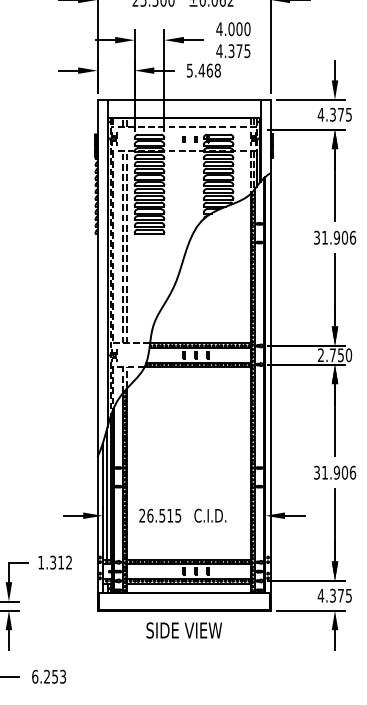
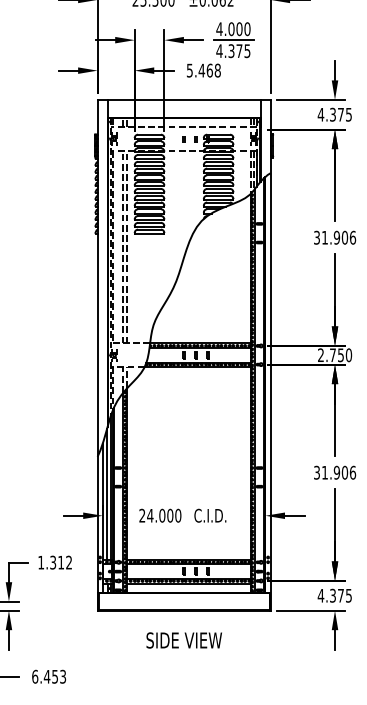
line at (233, 40): none -> present
text at (164, 515): 26.515 -> 24.000
text at (183, 630) position: (183, 630) -> (183, 640)
text at (46, 676): 6.253 -> 6.453
